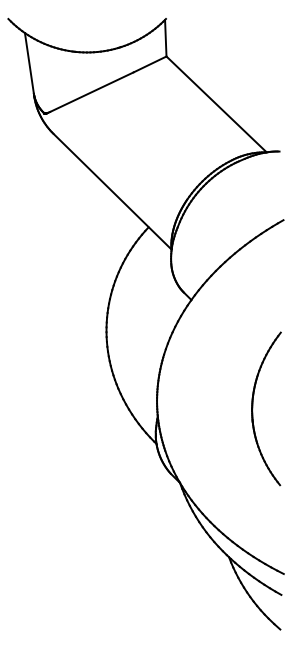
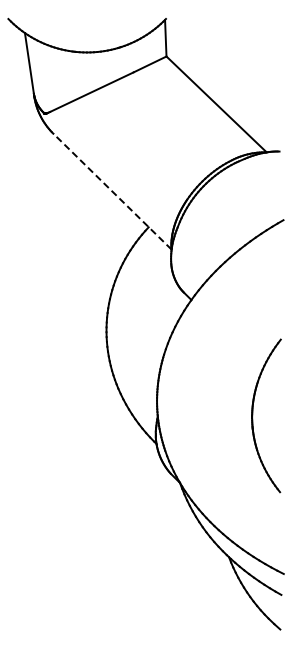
line at (112, 191): solid -> dashed
part at (253, 408) position: (253, 408) -> (253, 415)
